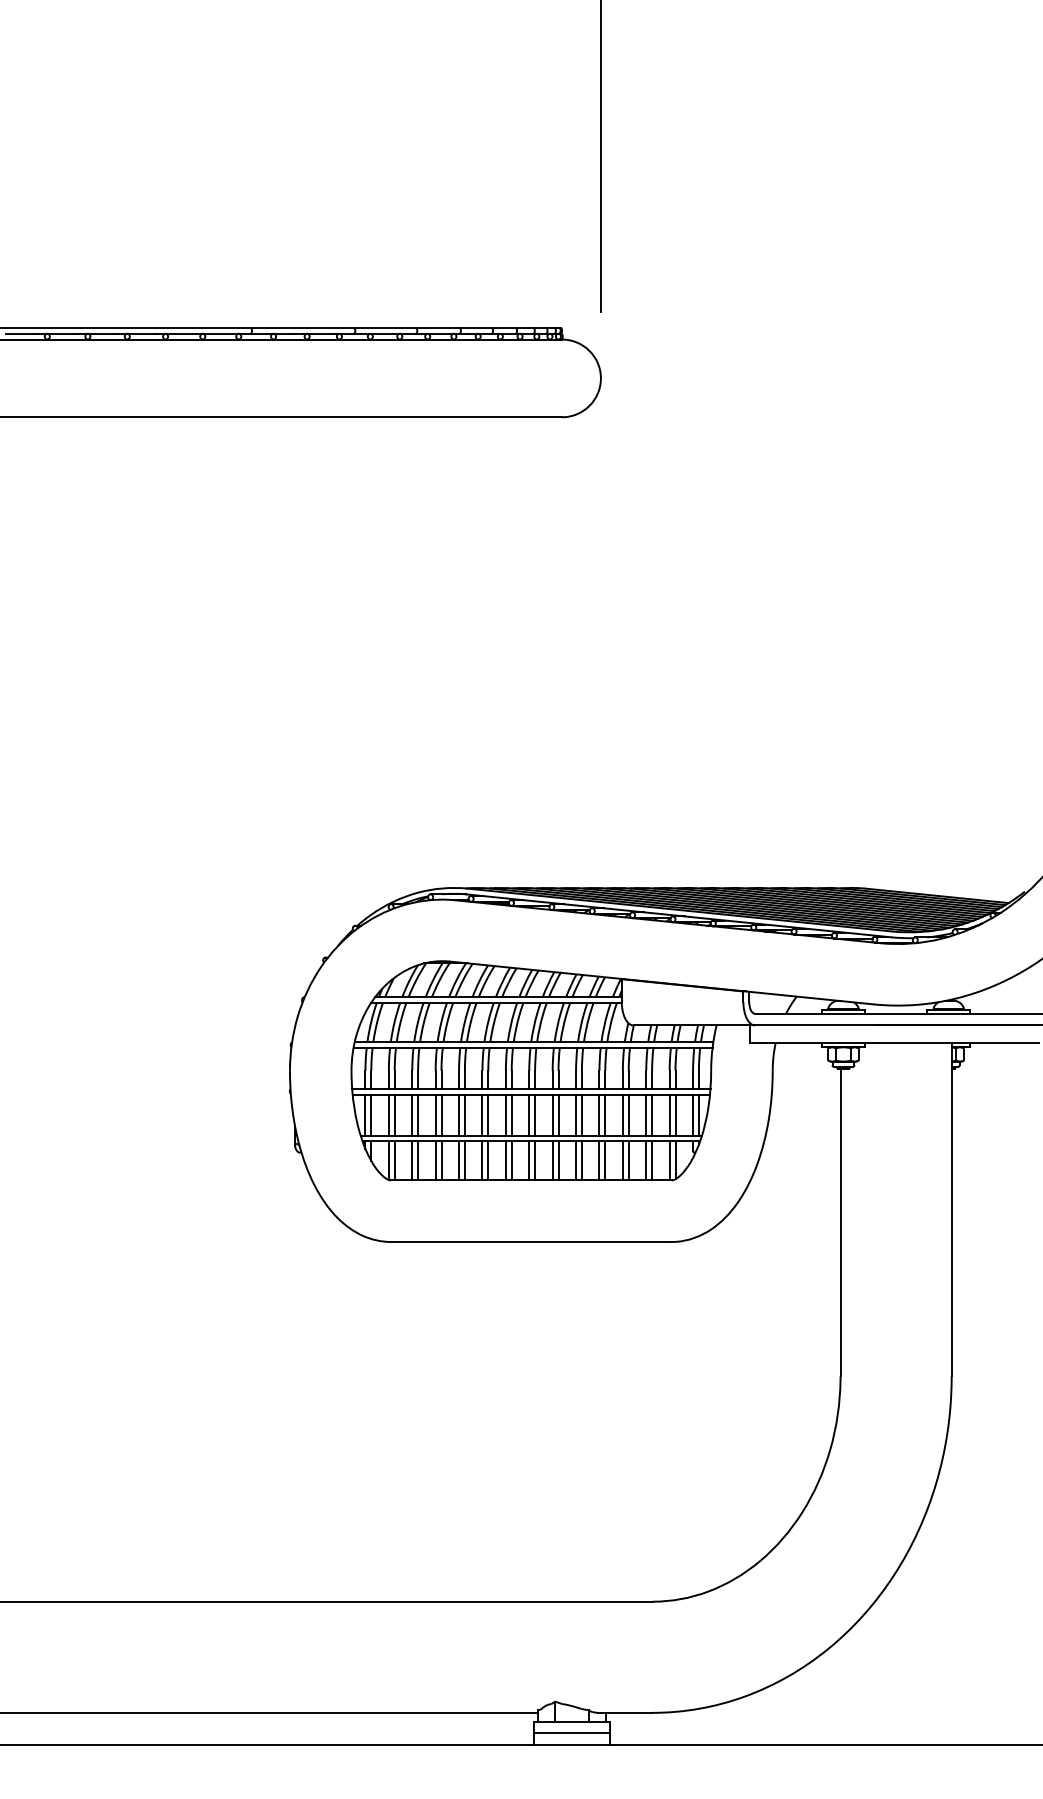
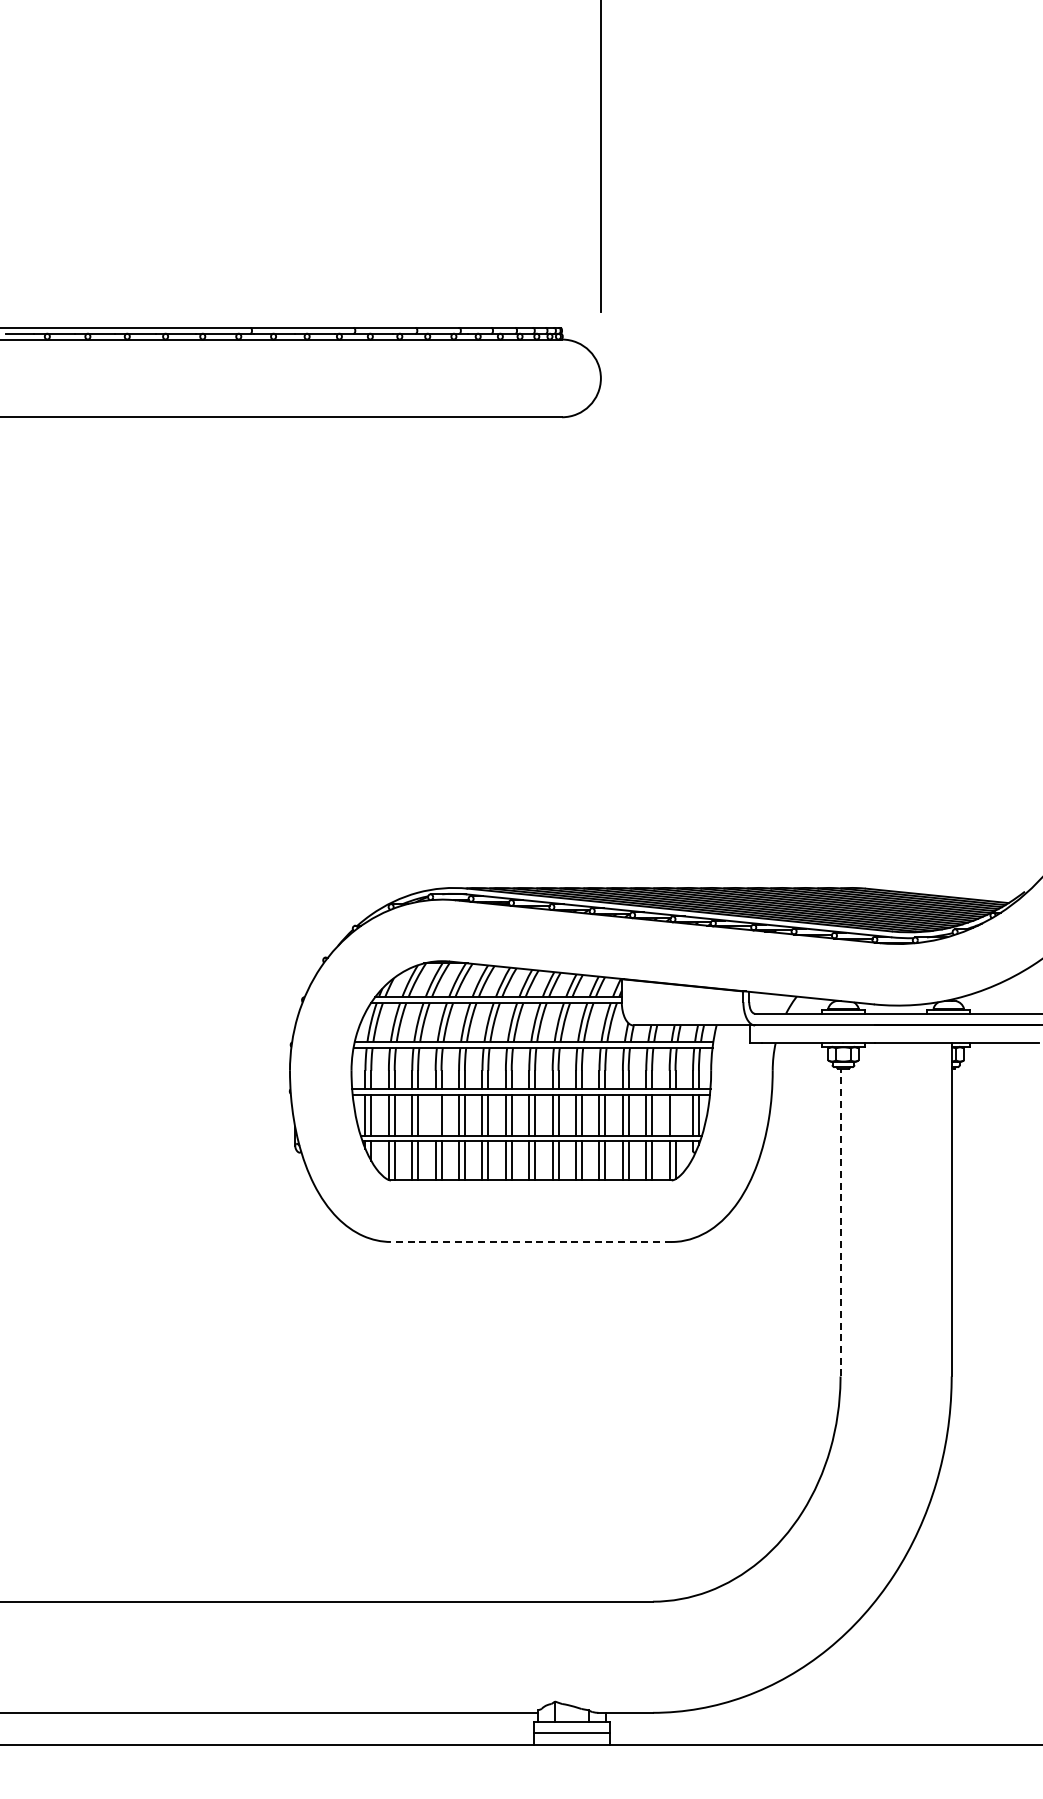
line at (435, 1114): present -> none
line at (675, 1114): present -> none
line at (840, 1222): solid -> dashed
line at (530, 1241): solid -> dashed
